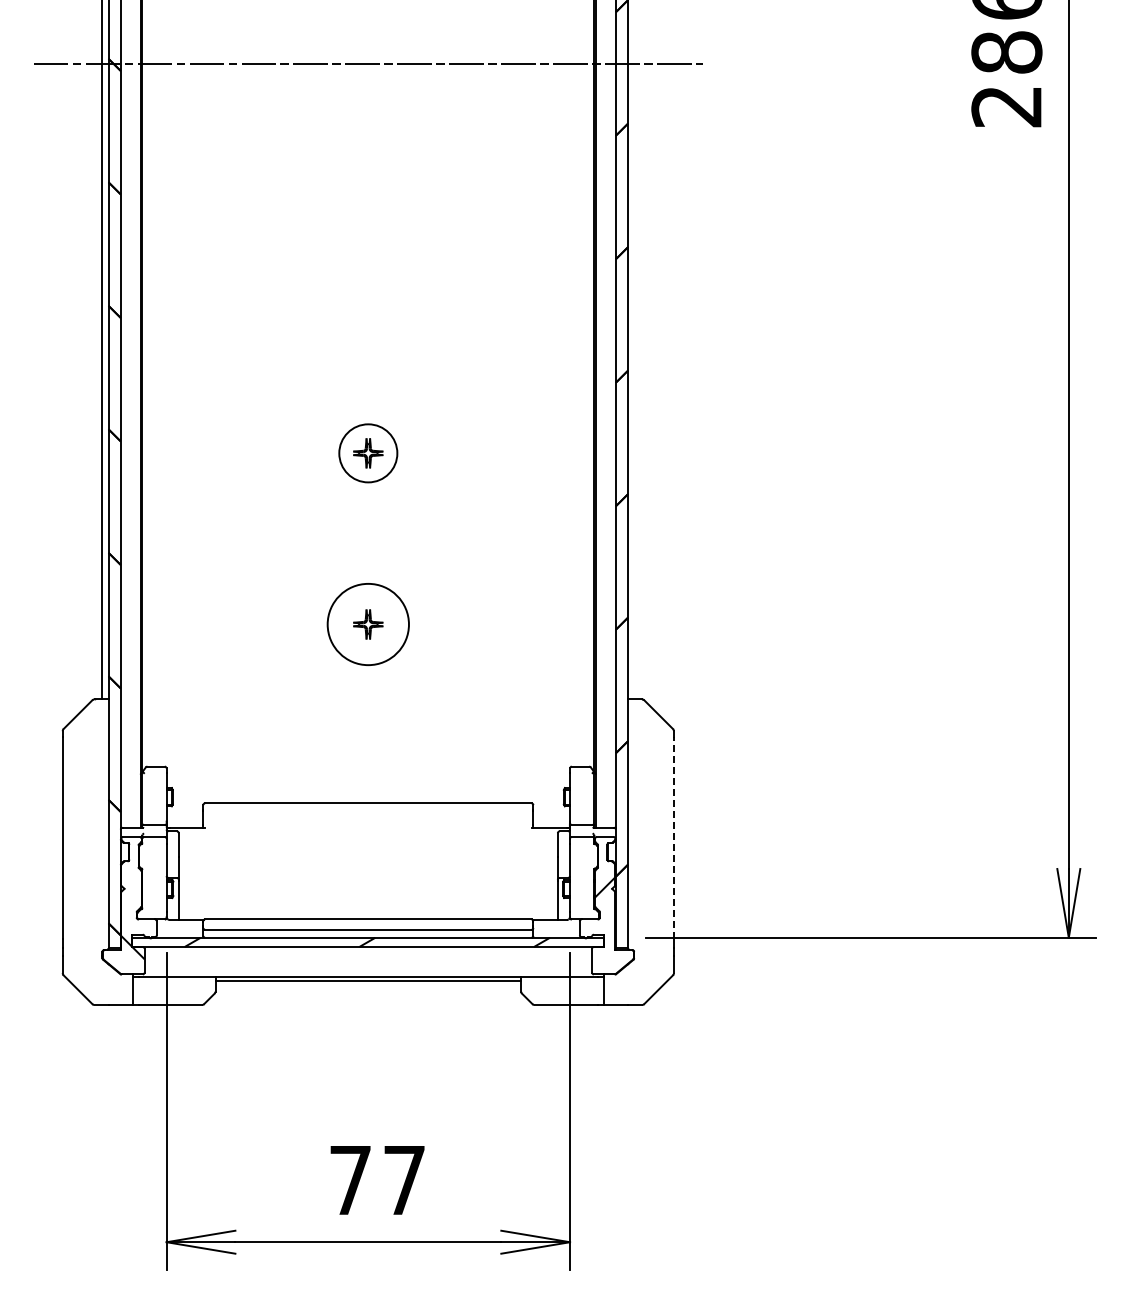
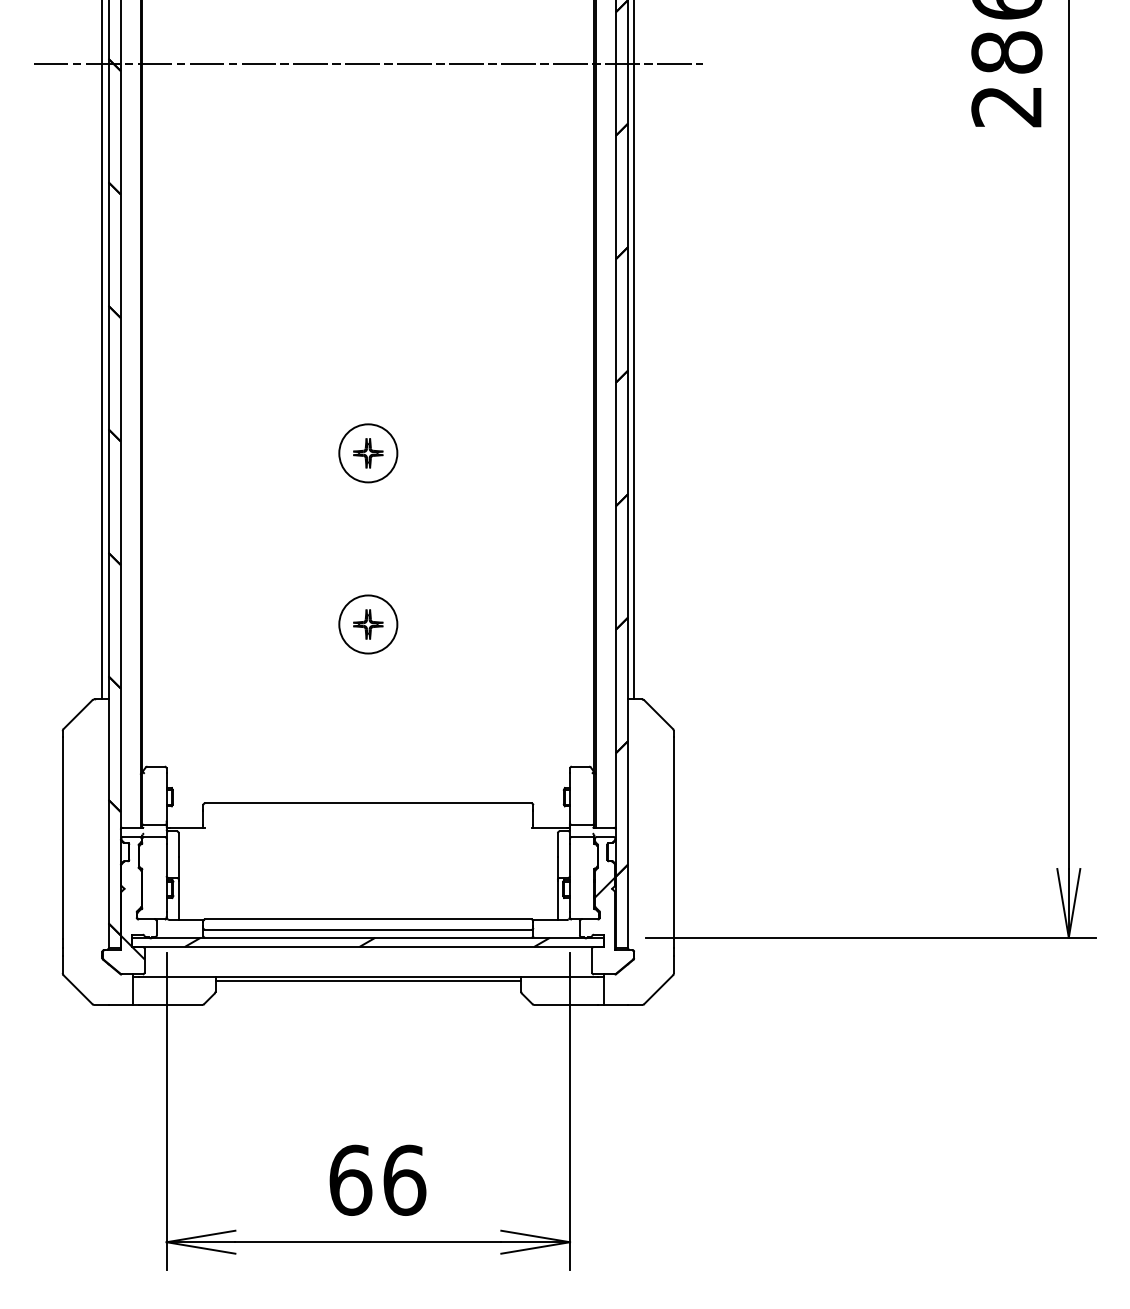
line at (634, 350): none -> present
circle at (367, 624) diameter: 81 px -> 58 px
line at (673, 838): dashed -> solid
text at (377, 1179): 77 -> 66
